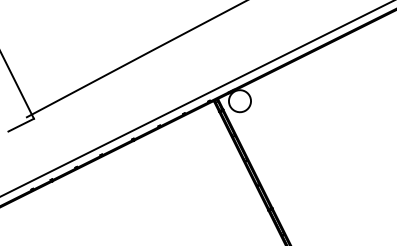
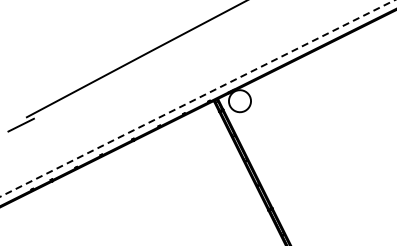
line at (17, 86): present -> none
line at (197, 98): solid -> dashed
